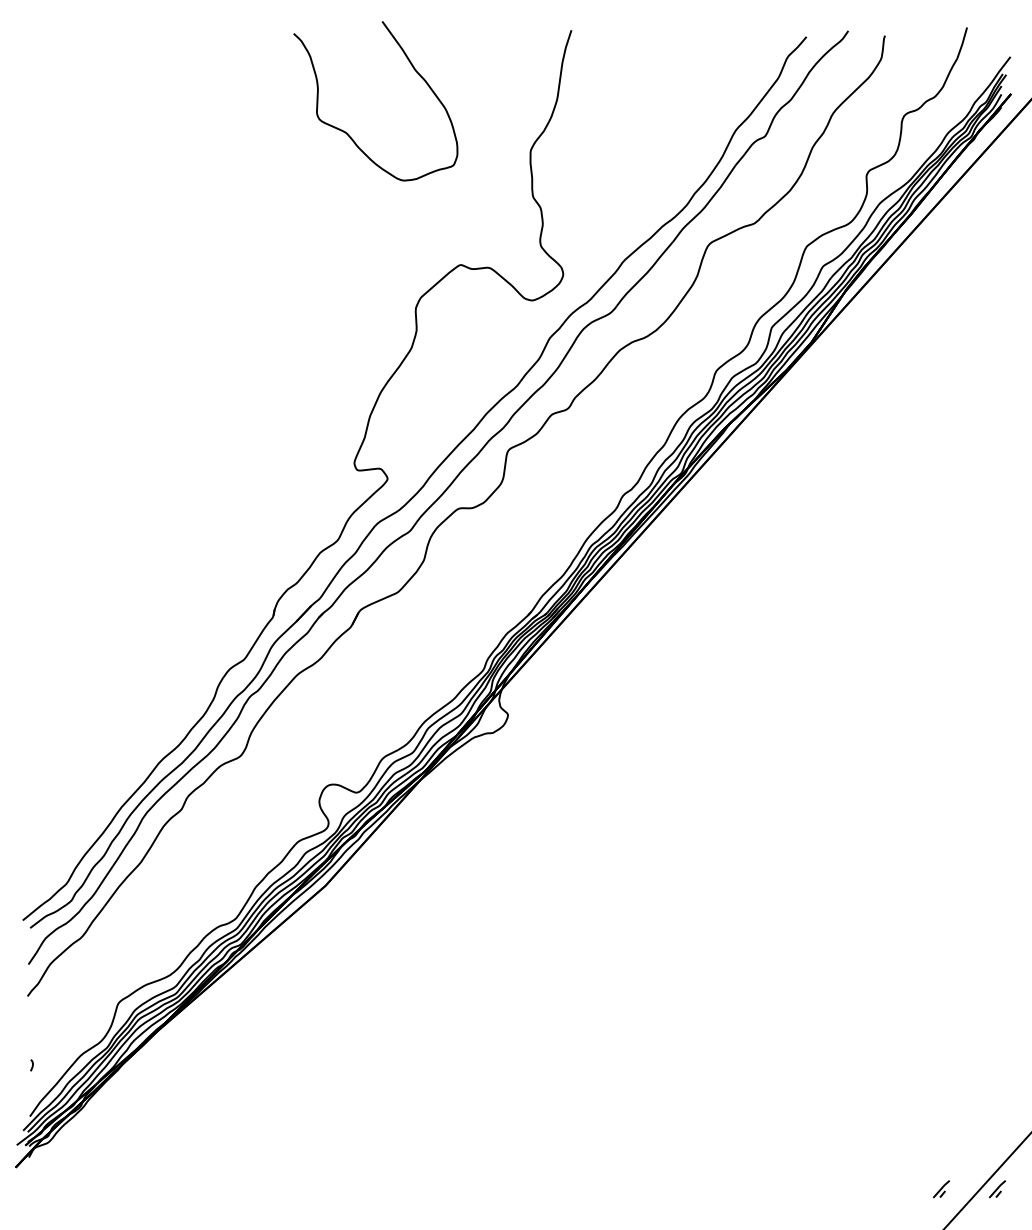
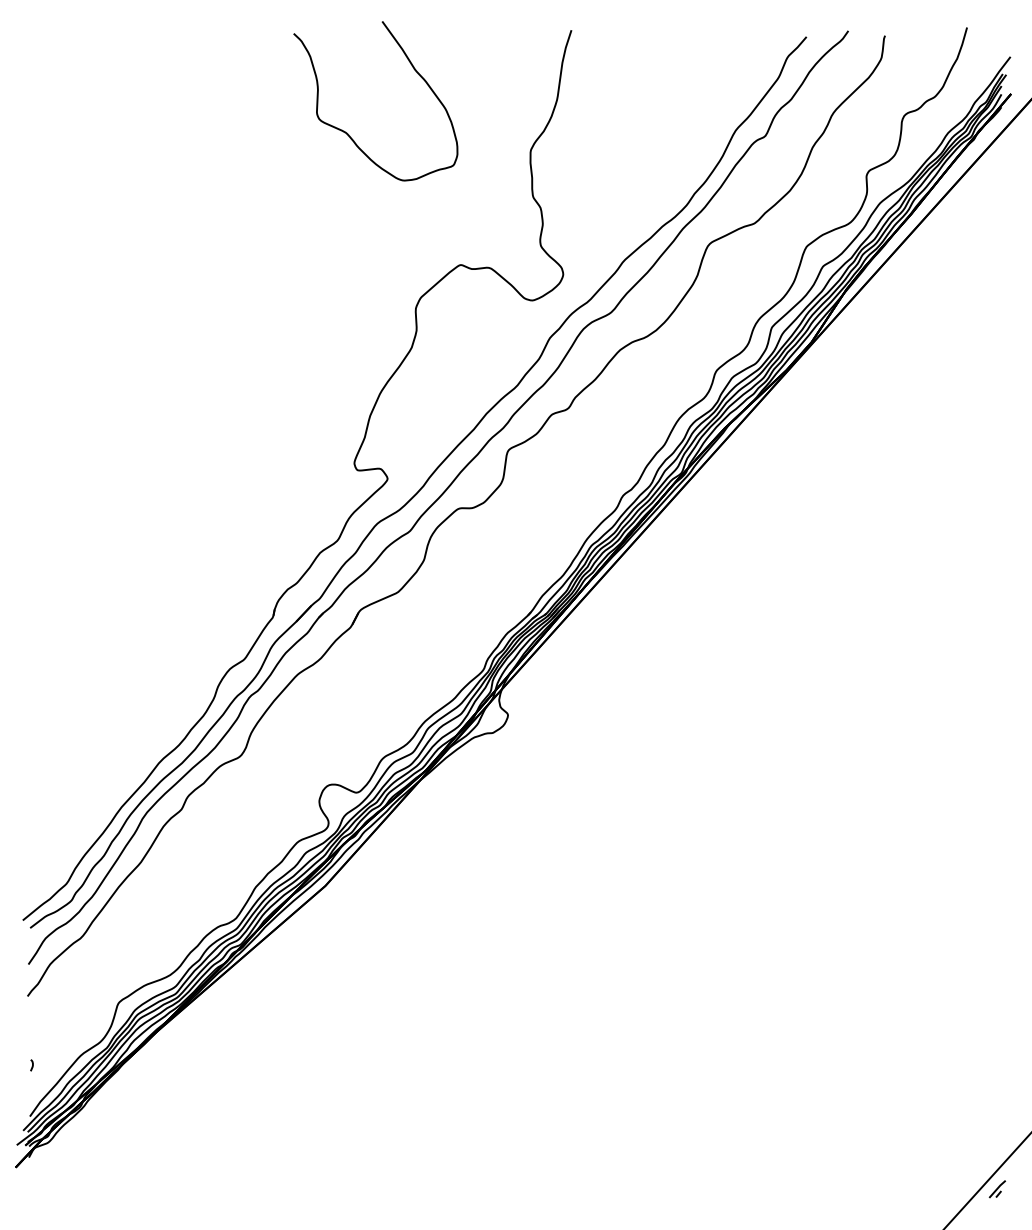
part at (940, 1189): present -> none
